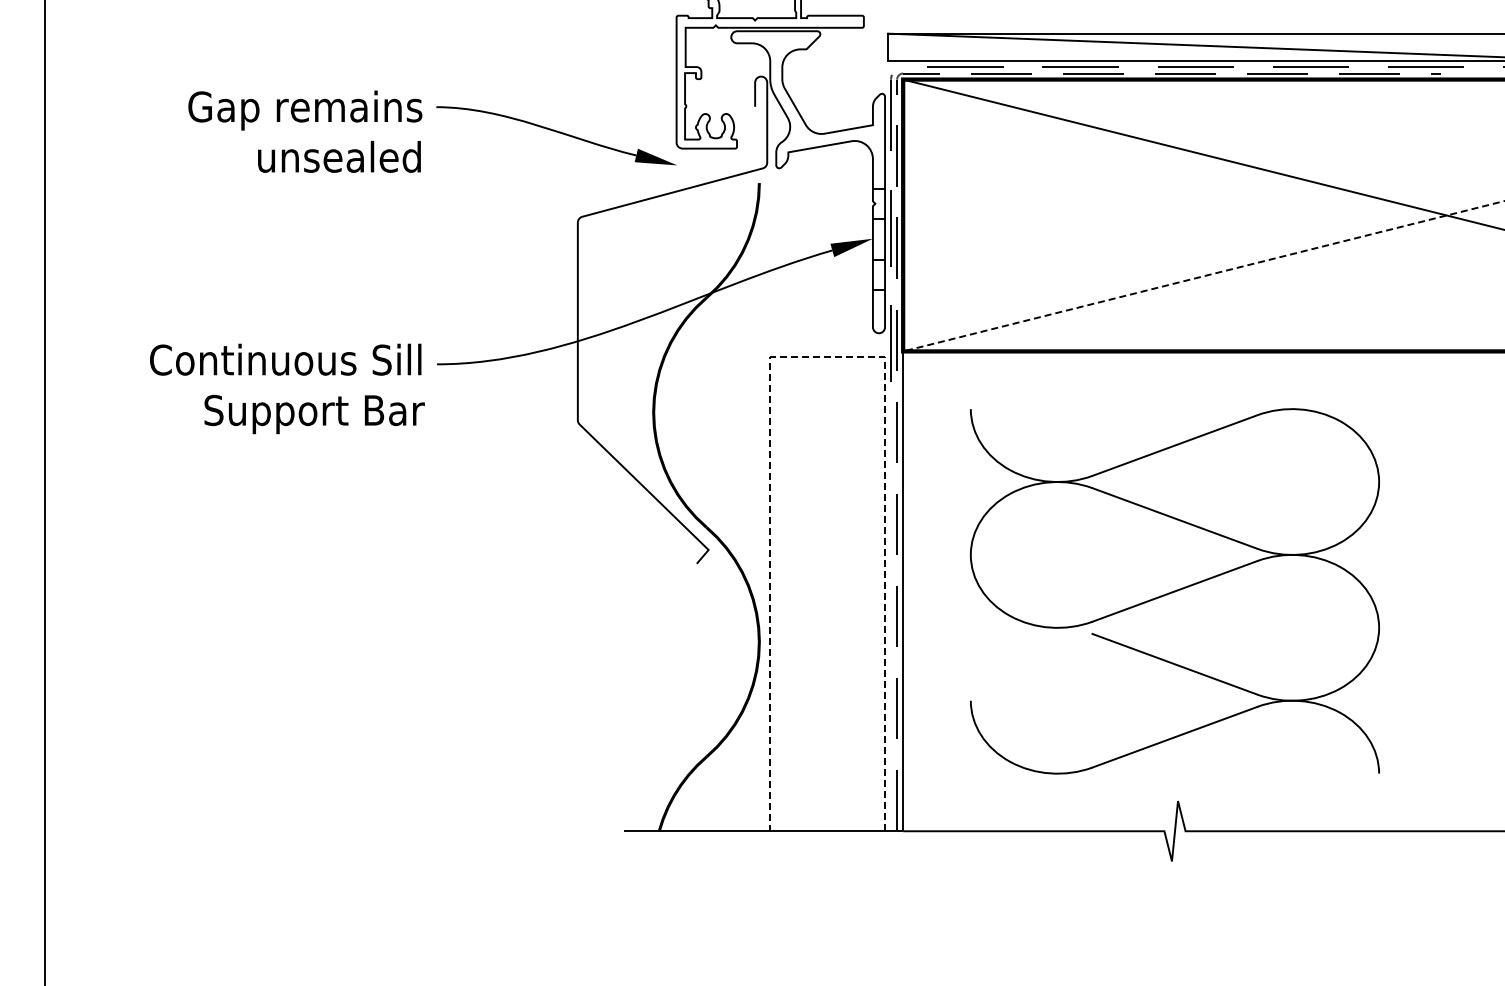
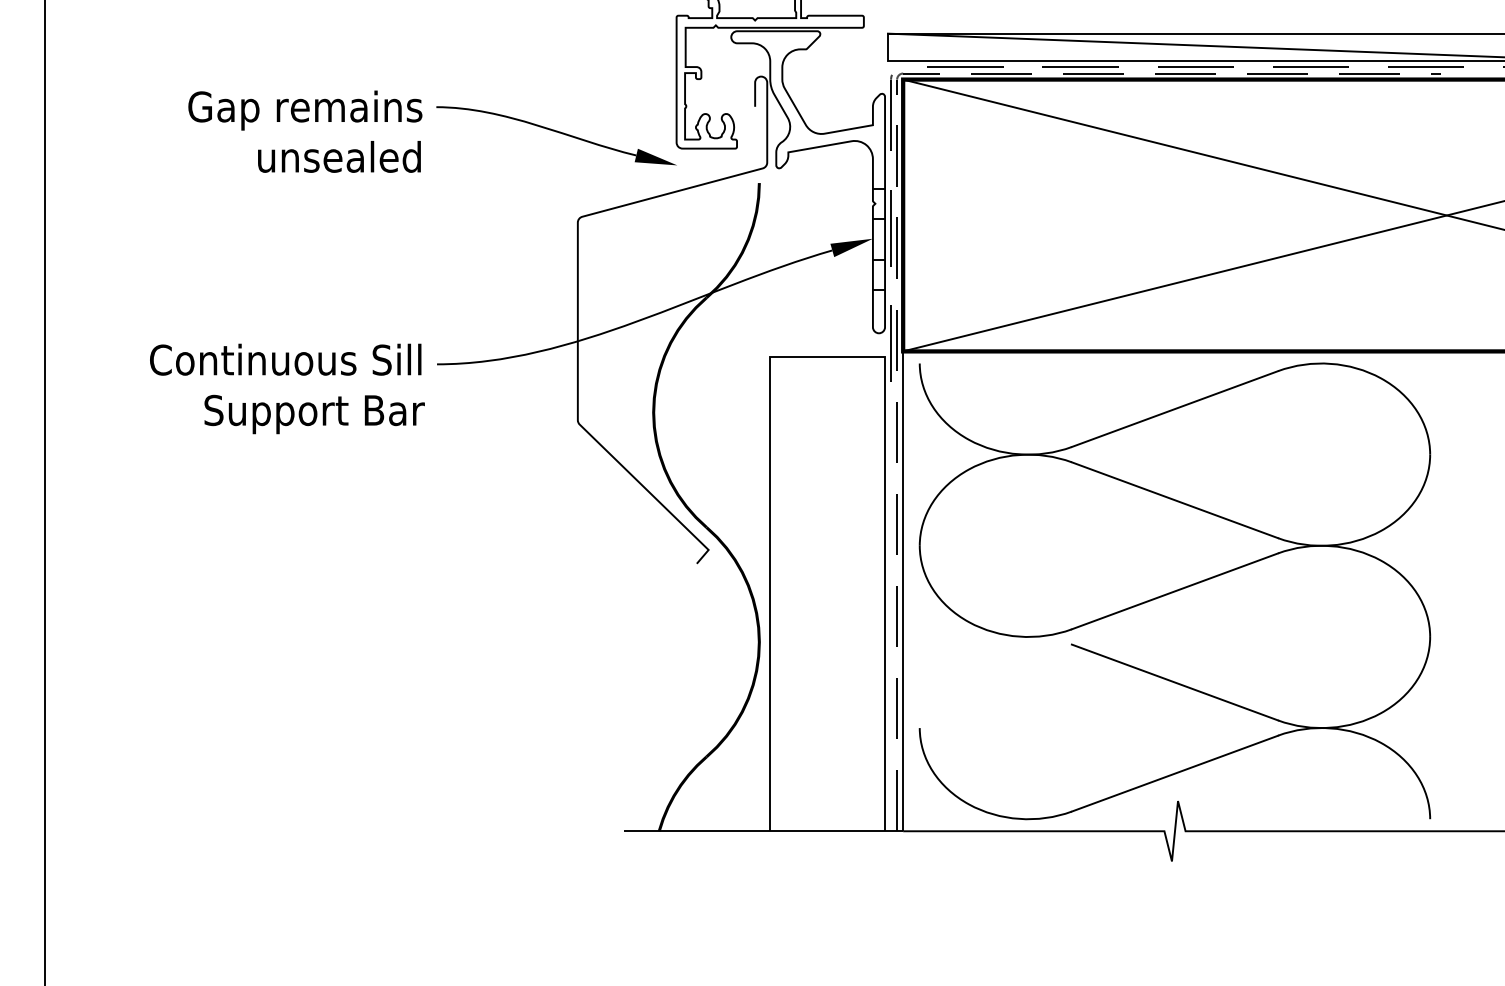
line at (1203, 276): dashed -> solid
line at (827, 357): dashed -> solid
part at (1174, 591) size: 411x367 px -> 514x459 px
